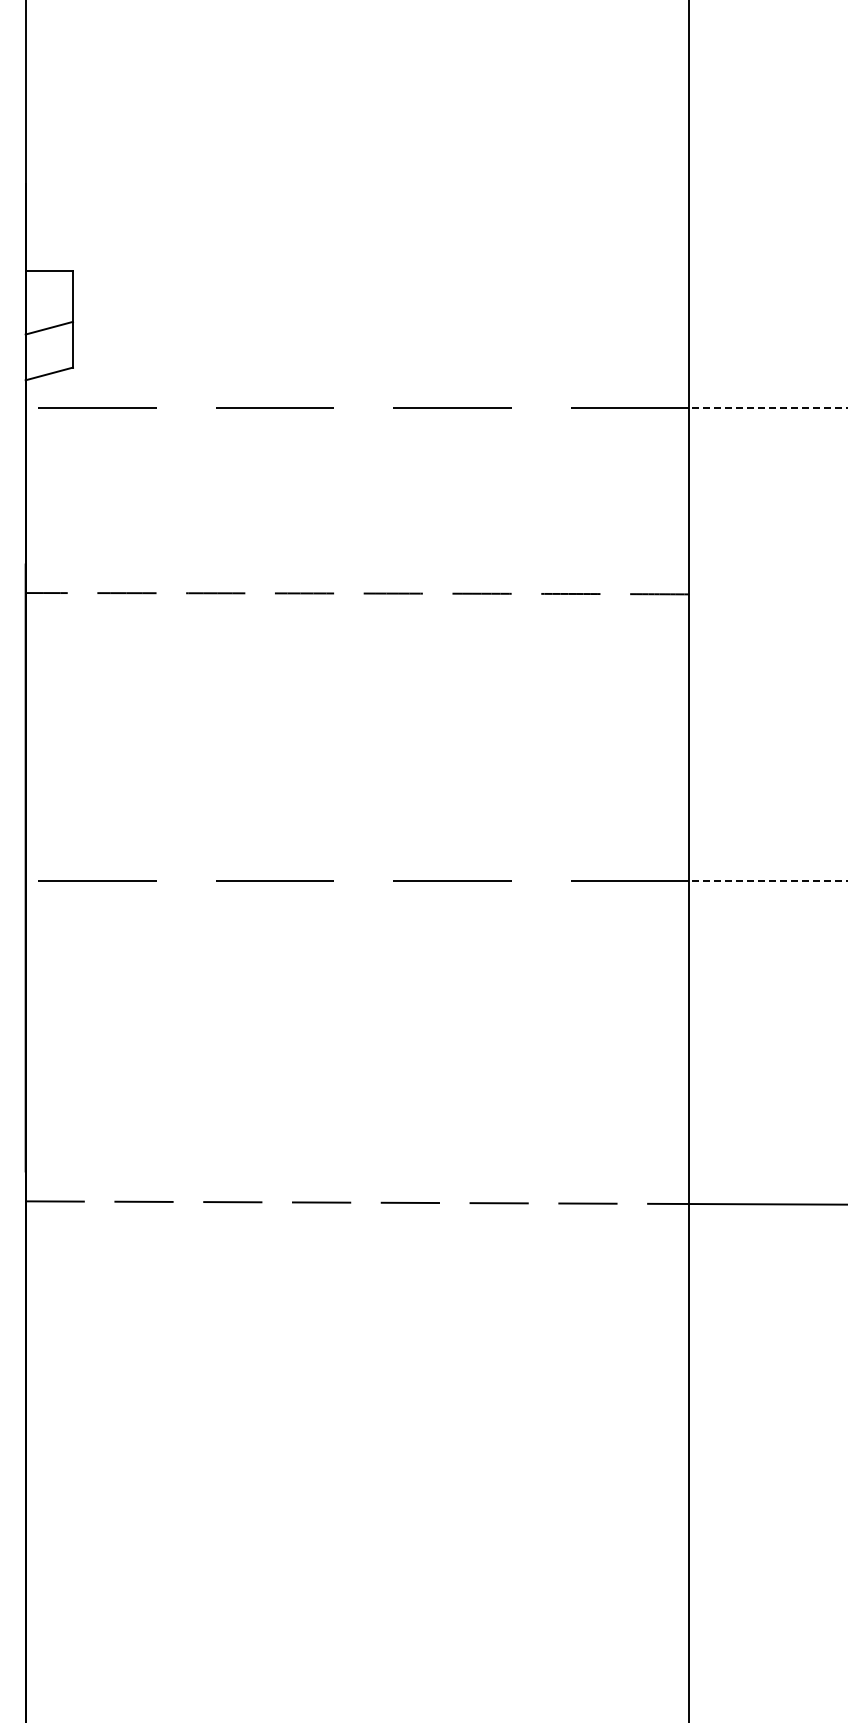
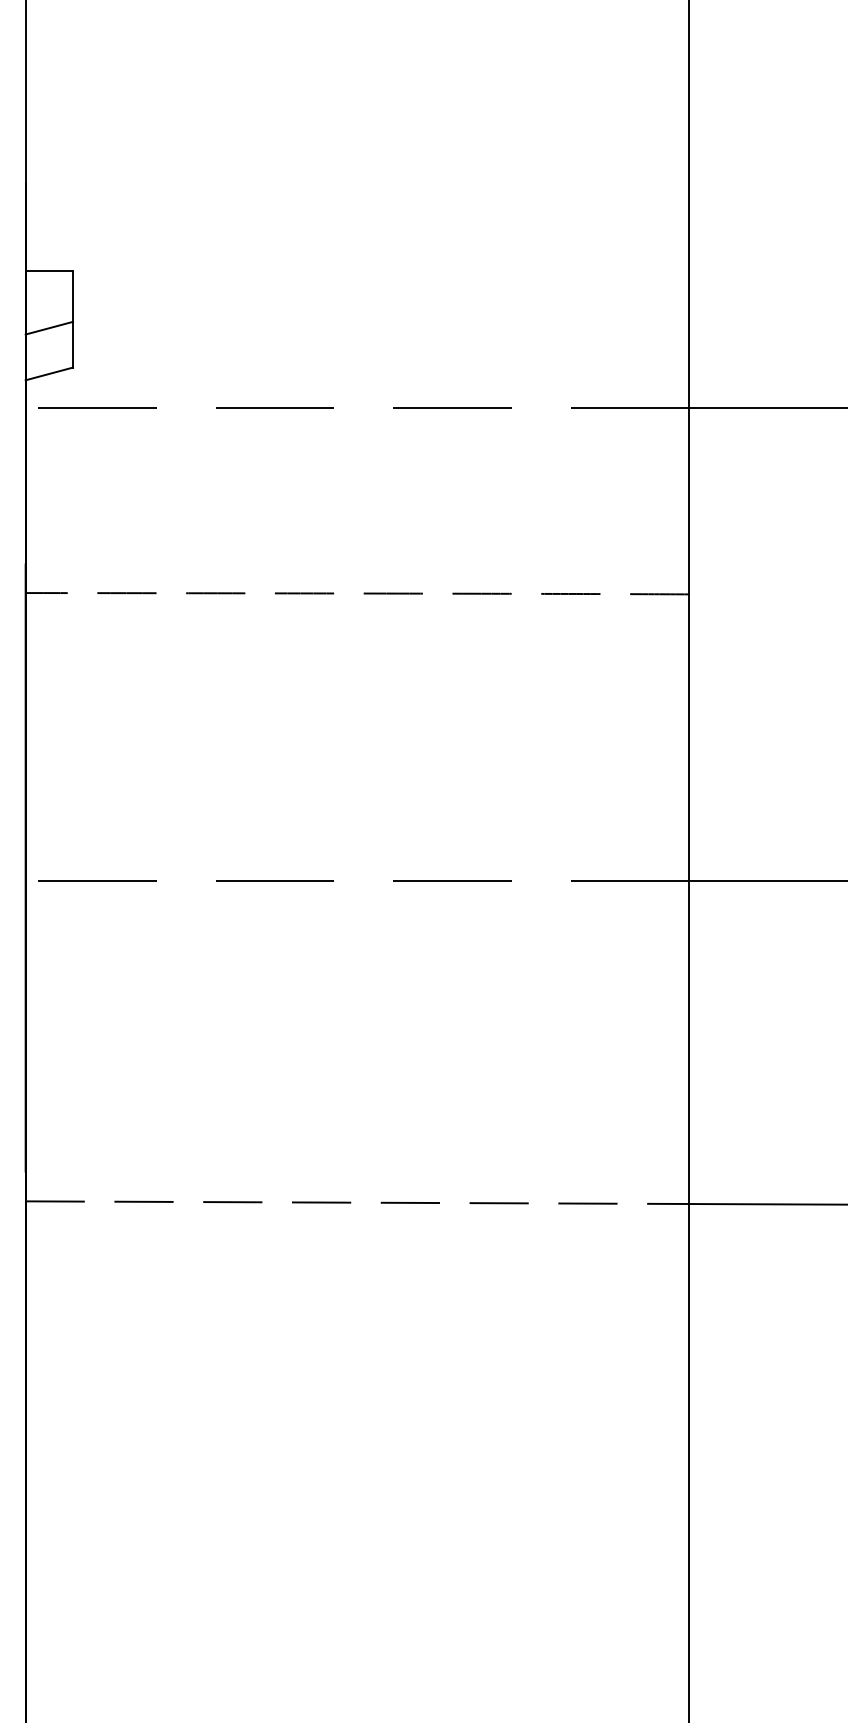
line at (768, 407): dashed -> solid
line at (768, 881): dashed -> solid
